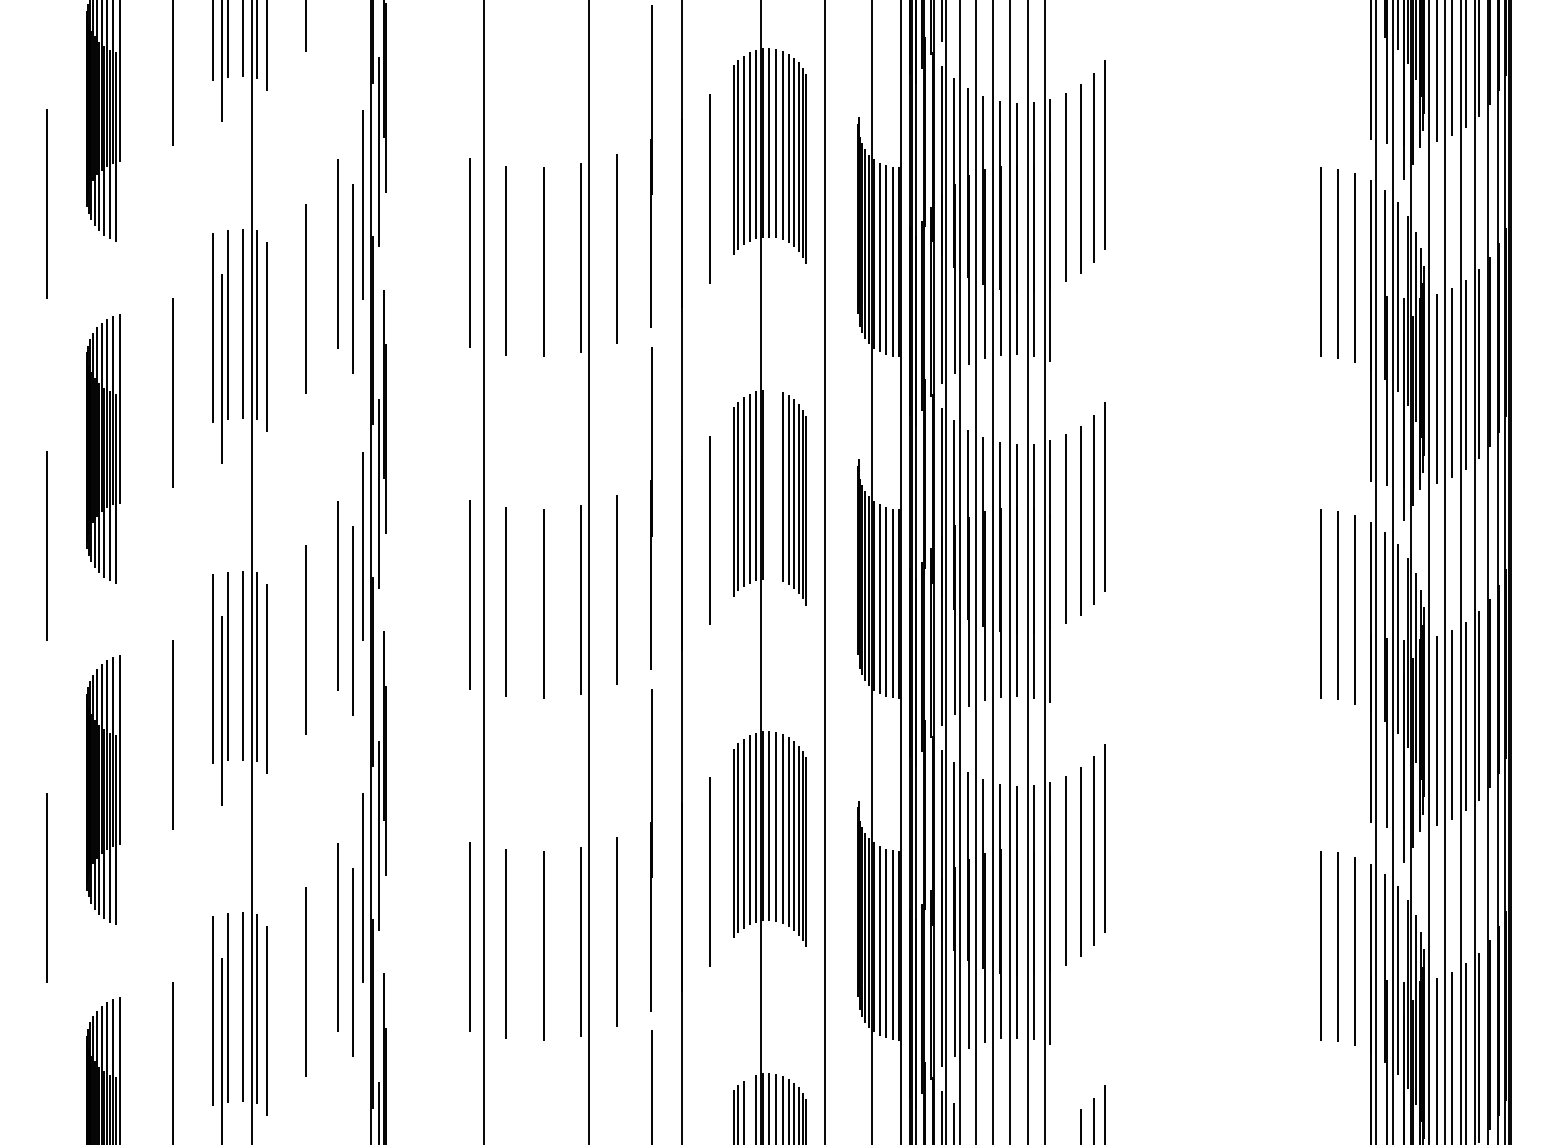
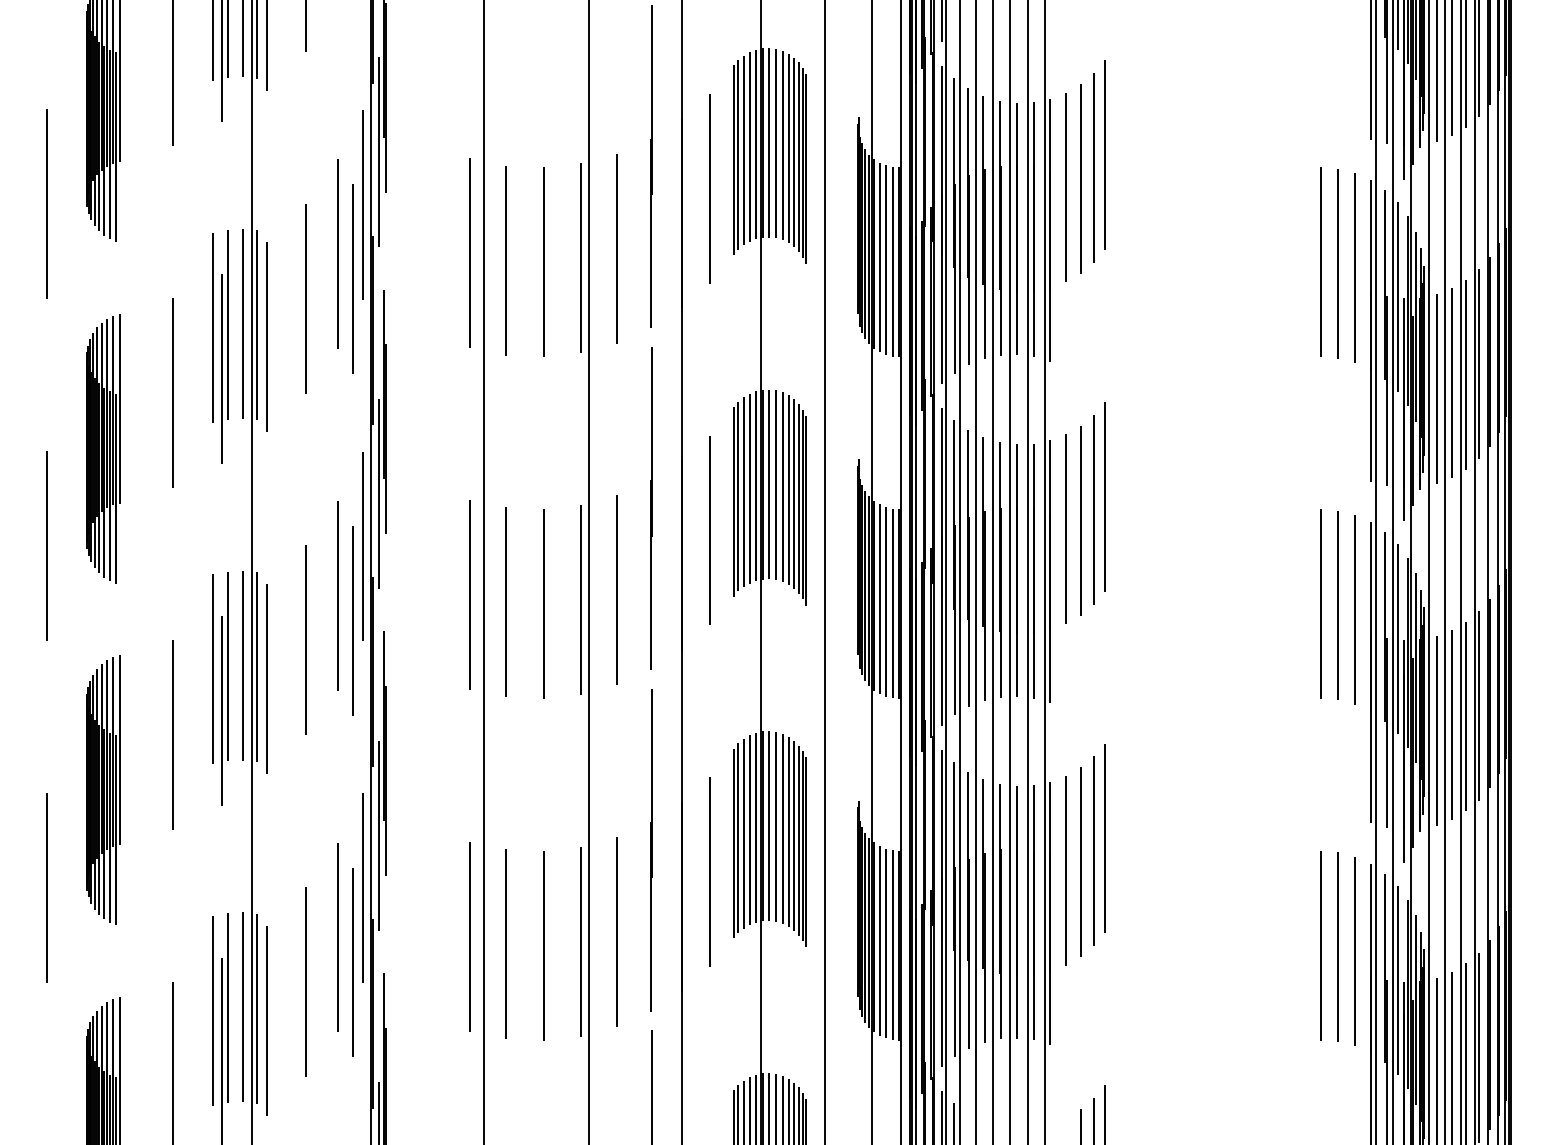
line at (769, 484): none -> present
line at (776, 485): none -> present
line at (749, 1109): none -> present
